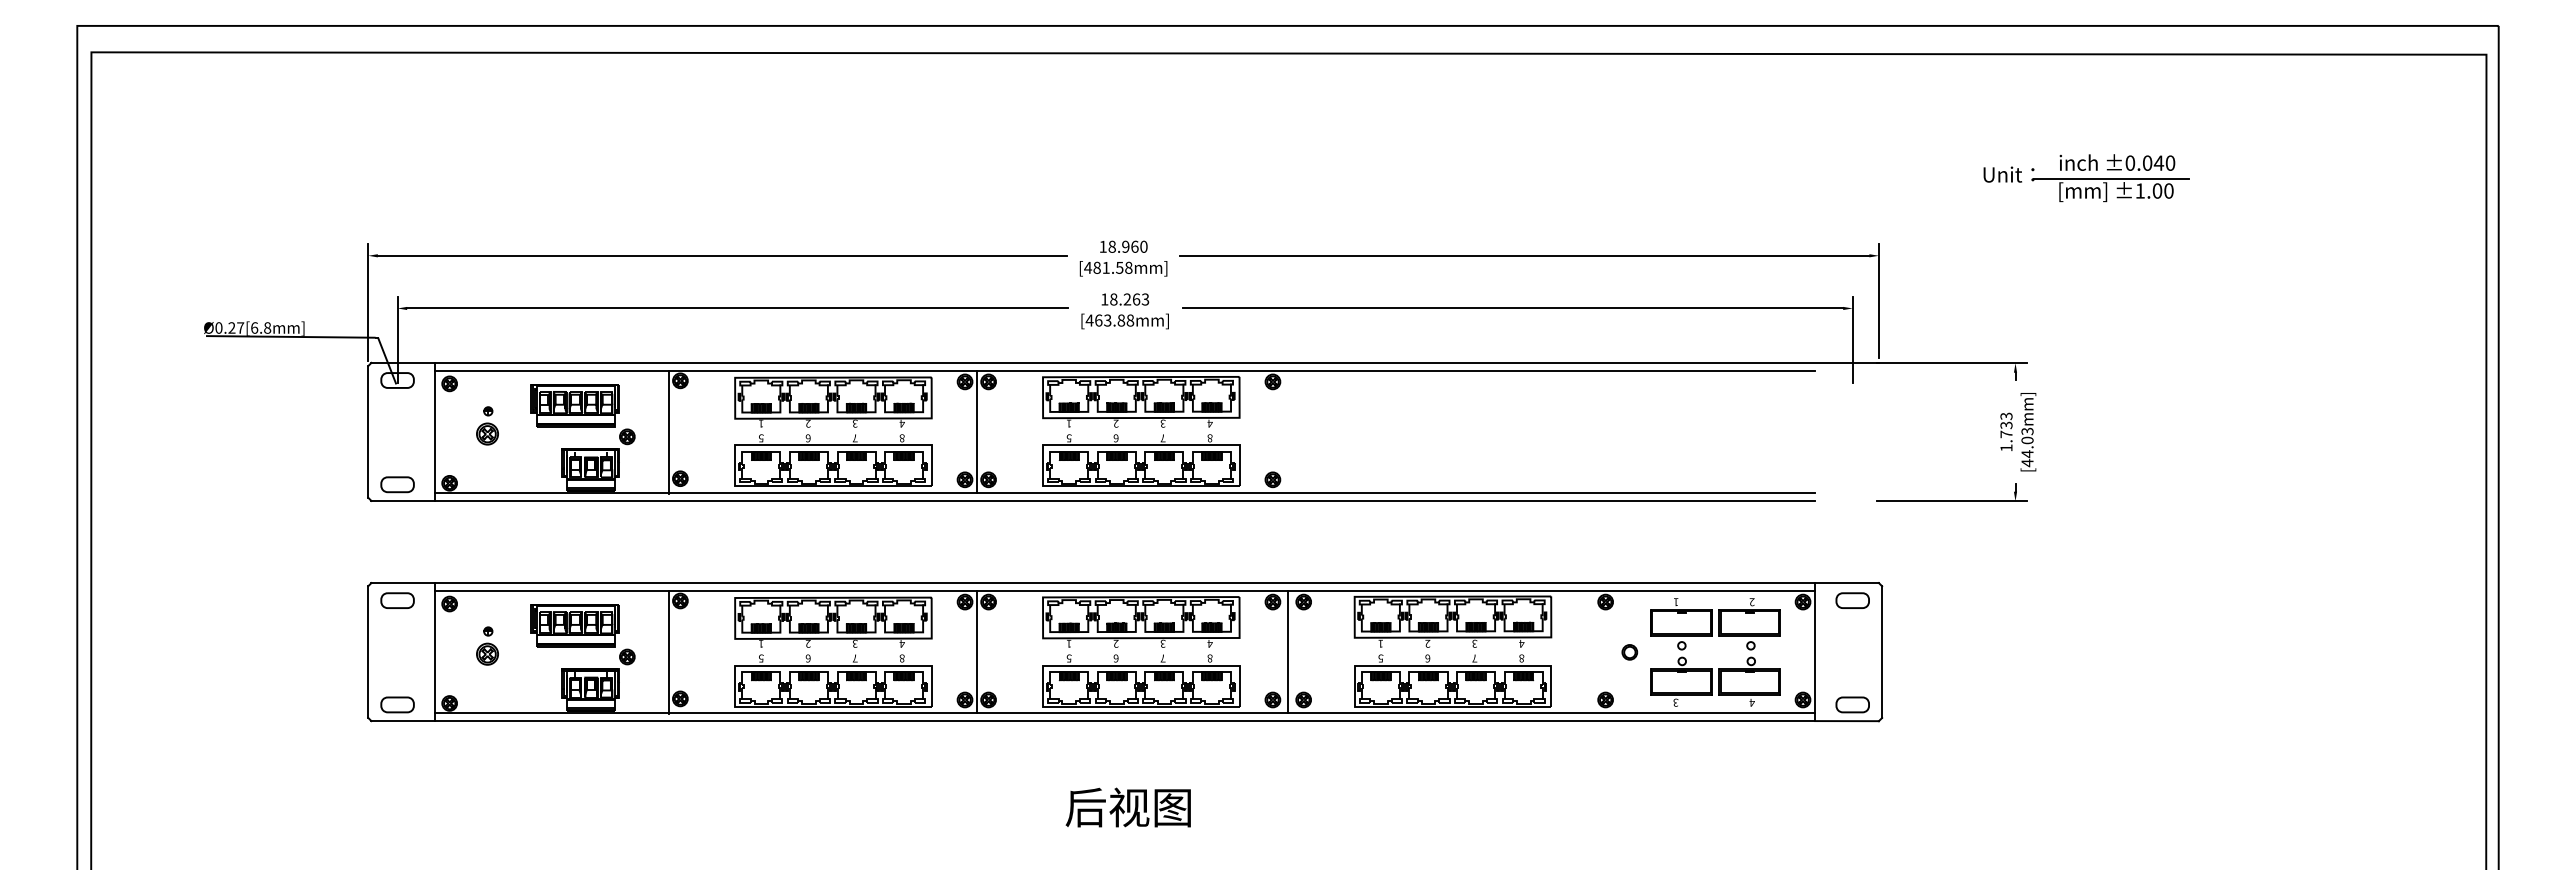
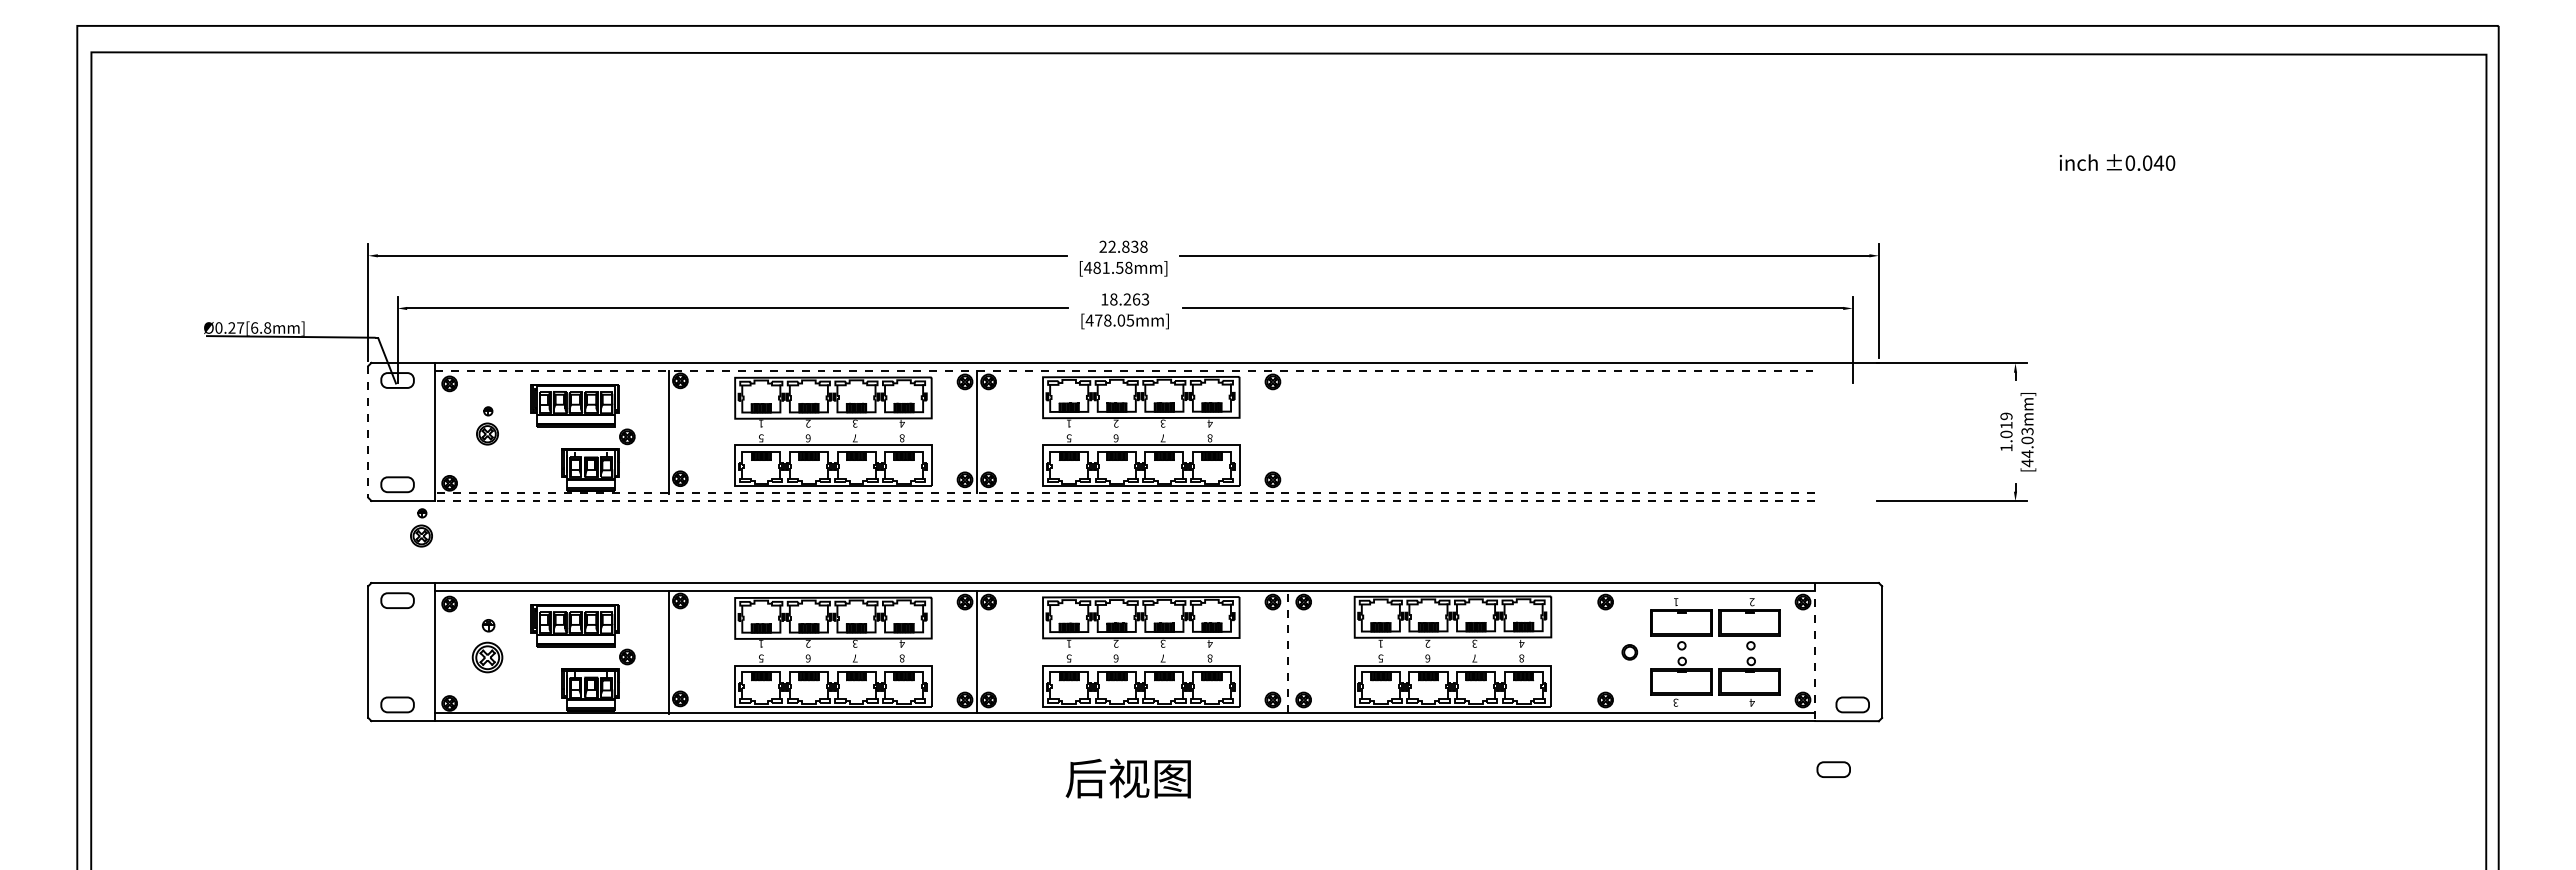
part at (2086, 184): present -> none
text at (1123, 246): 18.960 -> 22.838
text at (1114, 320): [463.88mm] -> [478.05mm]
line at (1125, 370): solid -> dashed
text at (2006, 425): 1.733 -> 1.019
line at (368, 431): solid -> dashed
line at (1124, 492): solid -> dashed
line at (1124, 500): solid -> dashed
part at (421, 527): none -> present
part at (1852, 600) position: (1852, 600) -> (1833, 769)
part at (487, 645) size: 23x40 px -> 33x55 px
line at (1288, 651): solid -> dashed
line at (1815, 652): solid -> dashed
text at (1127, 807) position: (1127, 807) -> (1127, 778)
